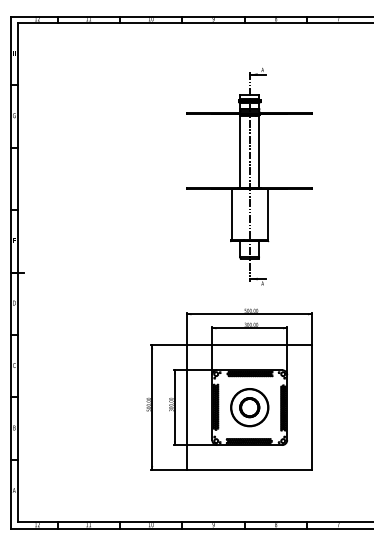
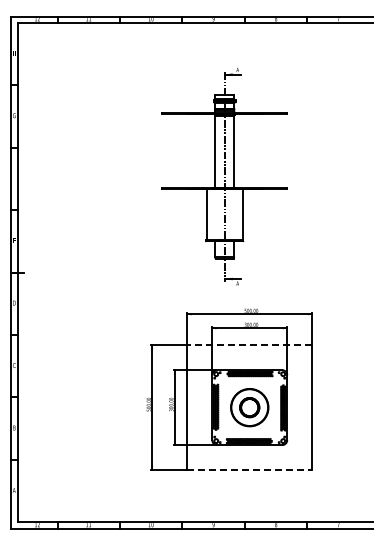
part at (249, 176) position: (249, 176) -> (224, 176)
line at (249, 345): solid -> dashed
line at (250, 470): solid -> dashed
